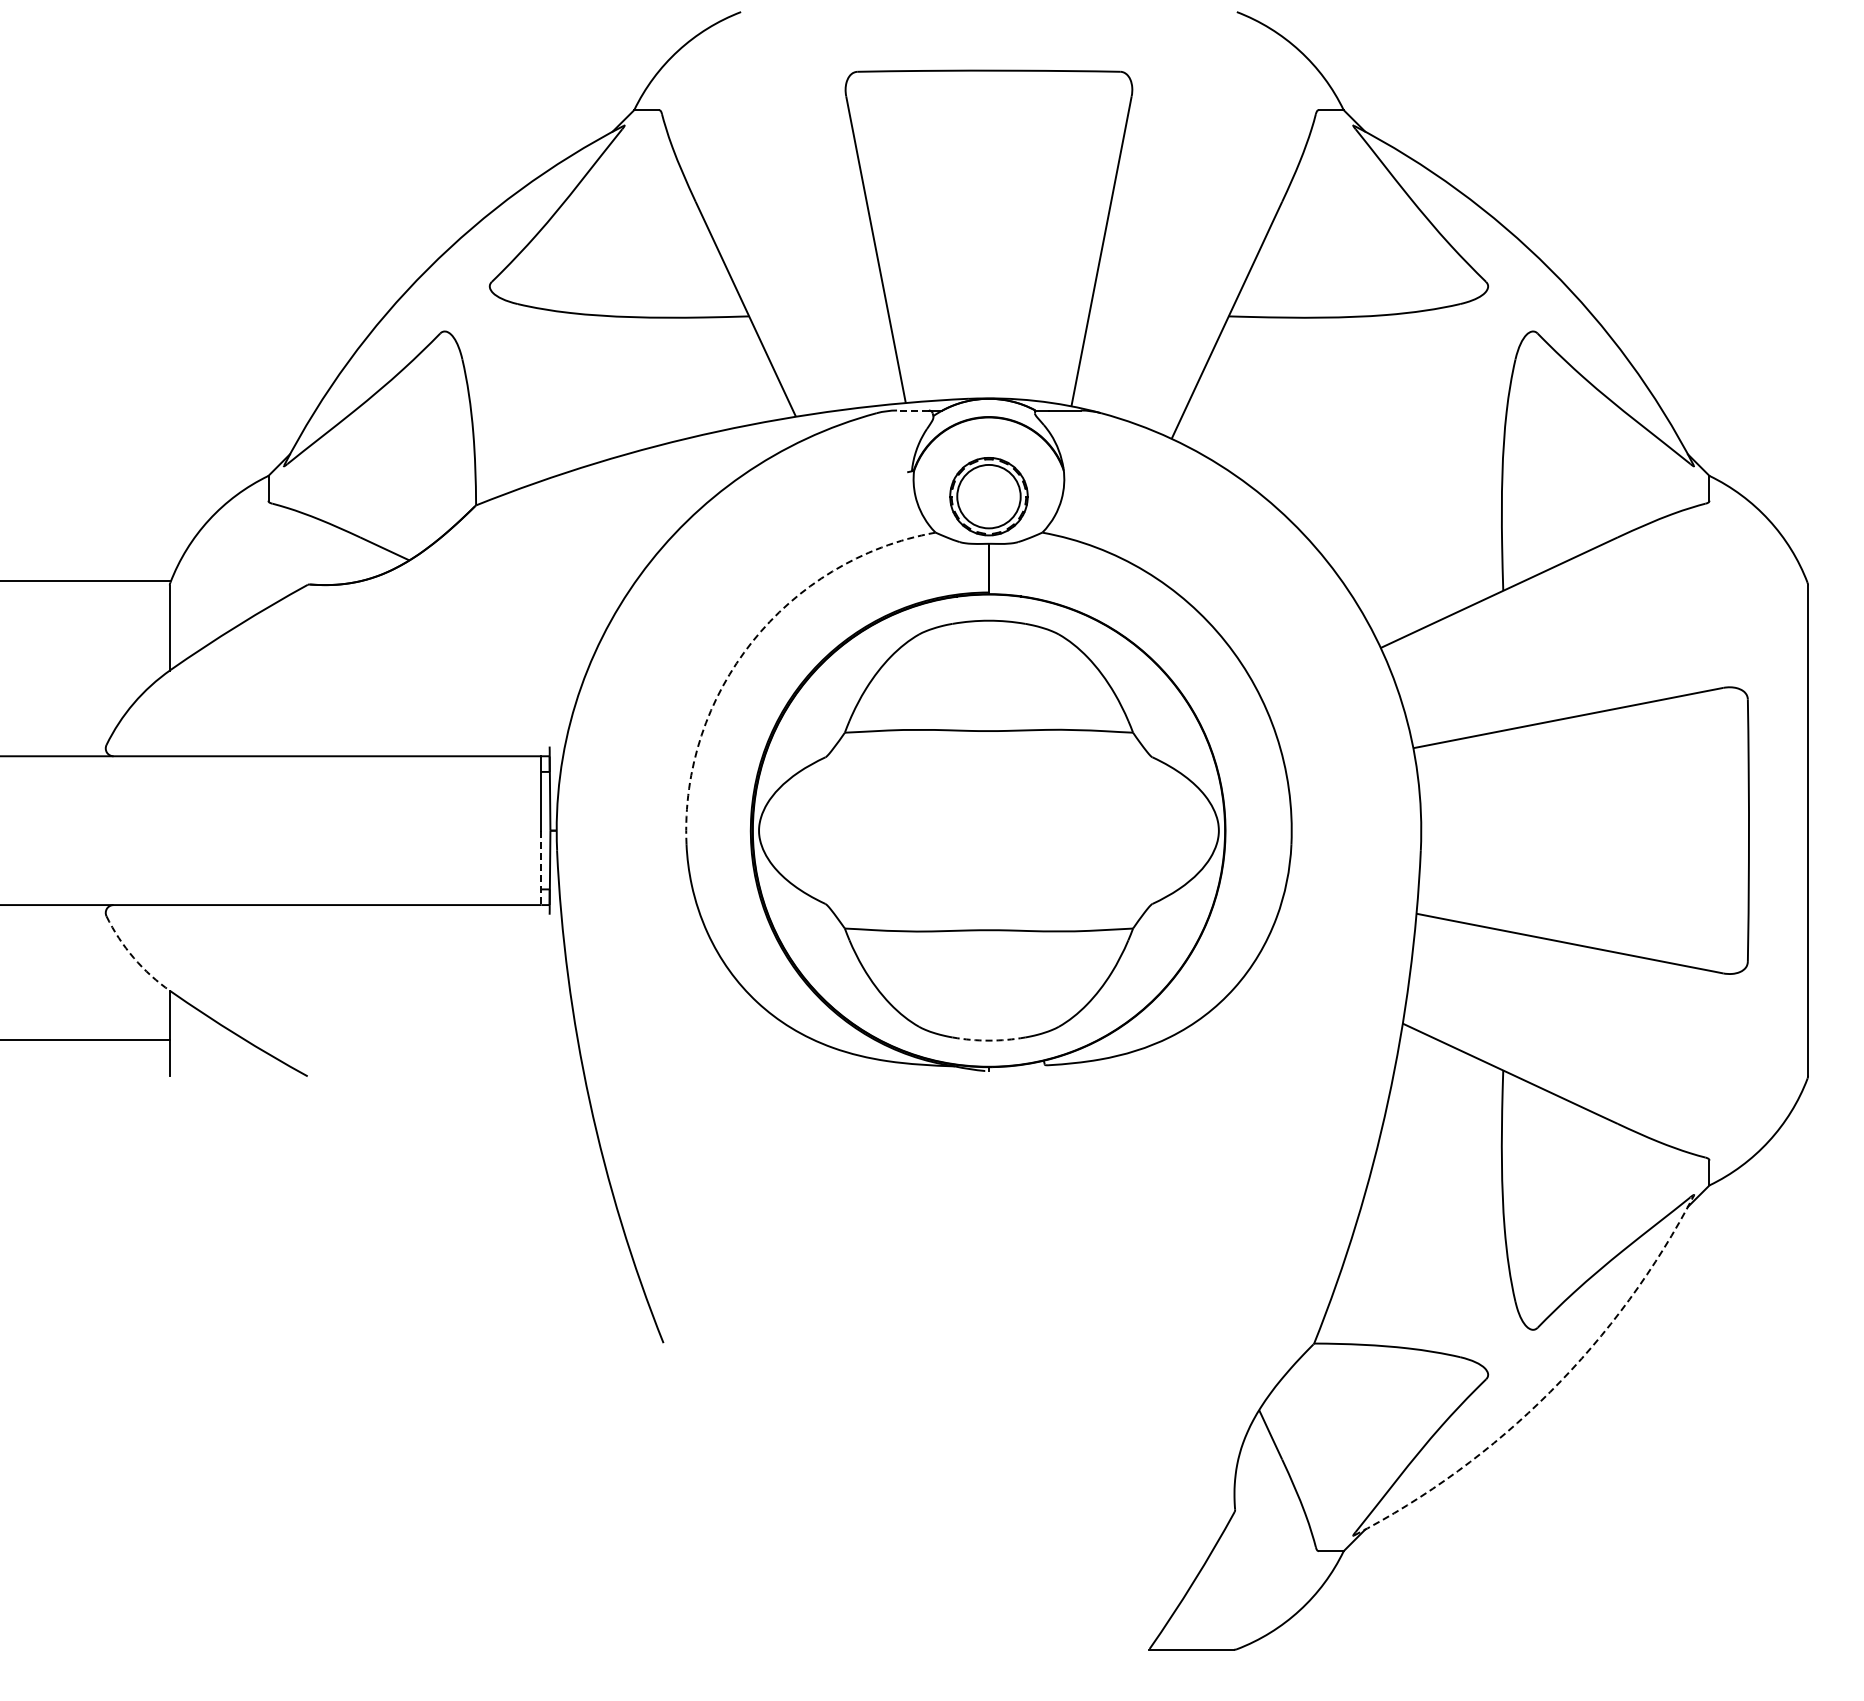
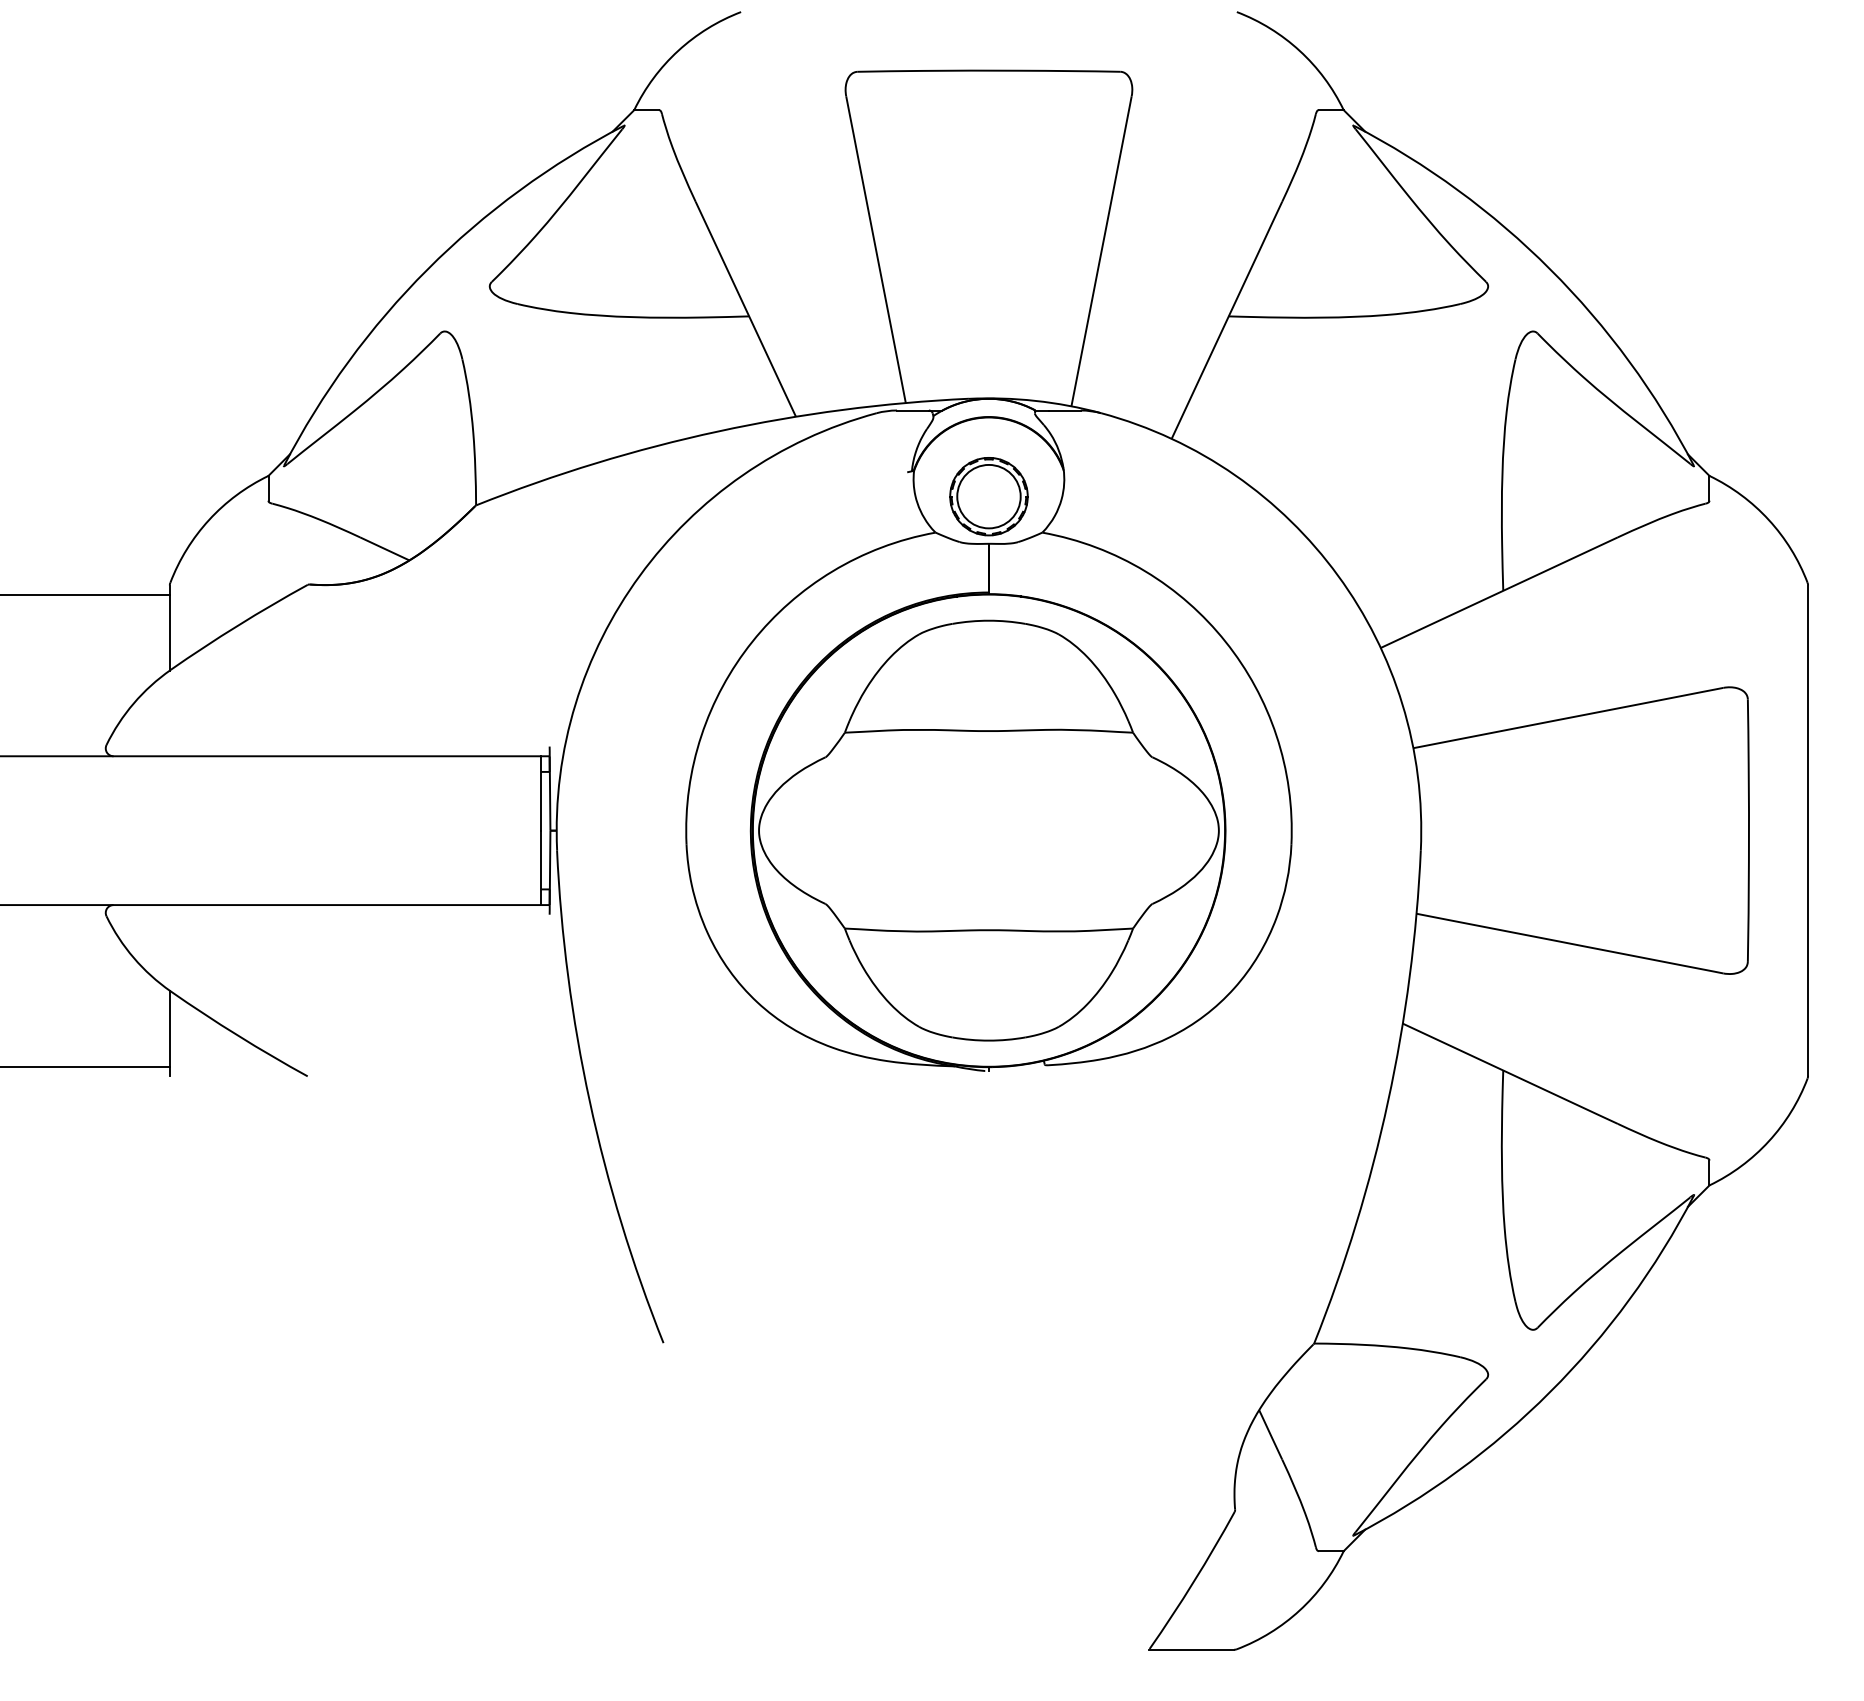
line at (912, 410): dashed -> solid
line at (85, 580) position: (85, 580) -> (85, 594)
arc at (752, 641): dashed -> solid
line at (541, 868): dashed -> solid
arc at (133, 957): dashed -> solid
line at (85, 1039) position: (85, 1039) -> (85, 1066)
arc at (988, 1040): dashed -> solid
arc at (1550, 1391): dashed -> solid
